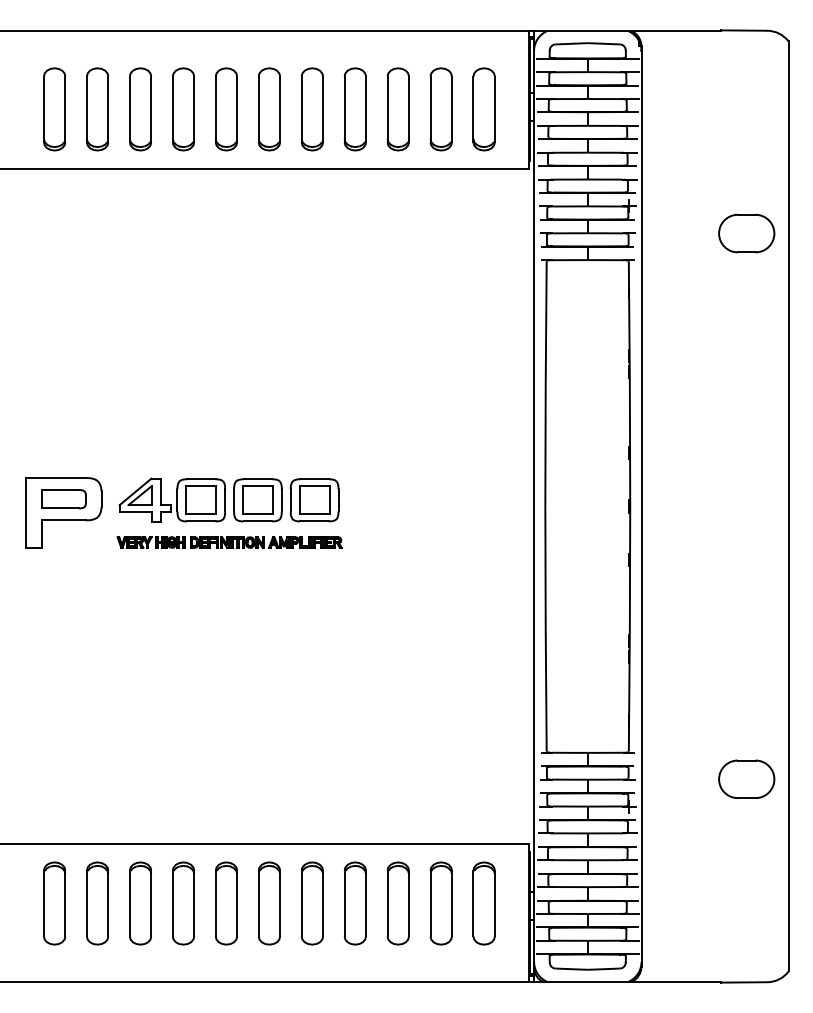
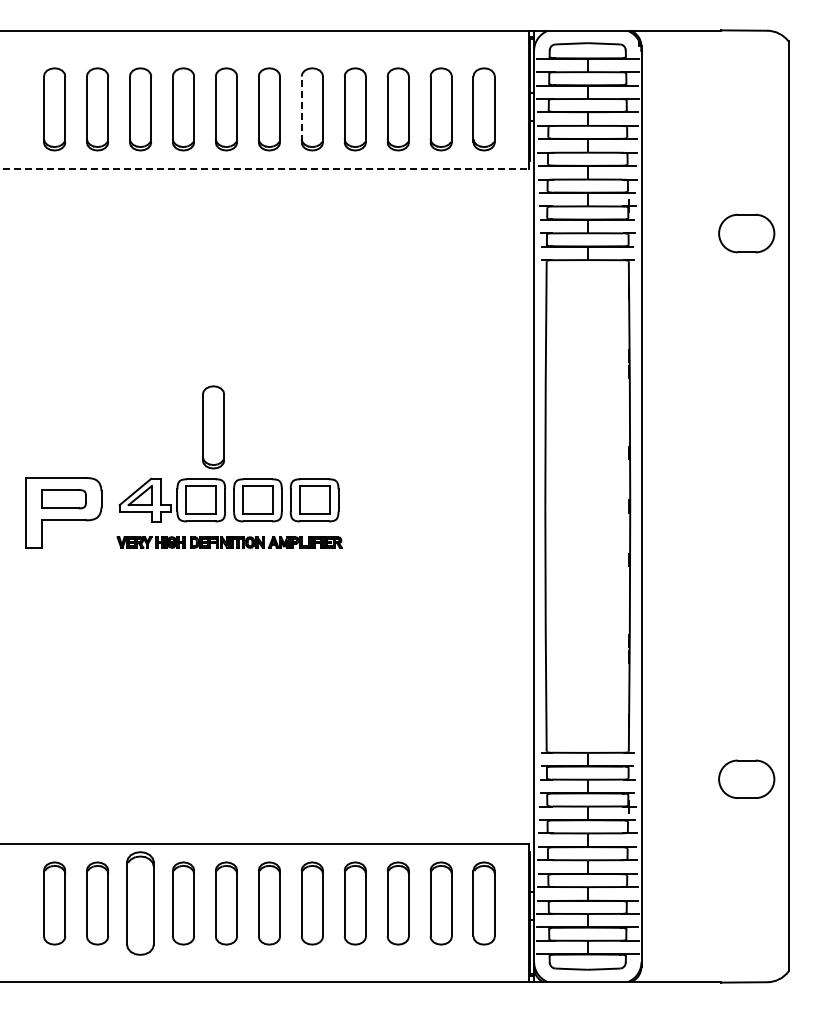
line at (301, 109): solid -> dashed
line at (265, 169): solid -> dashed
part at (213, 427): none -> present
part at (140, 903) size: 24x85 px -> 29x105 px
